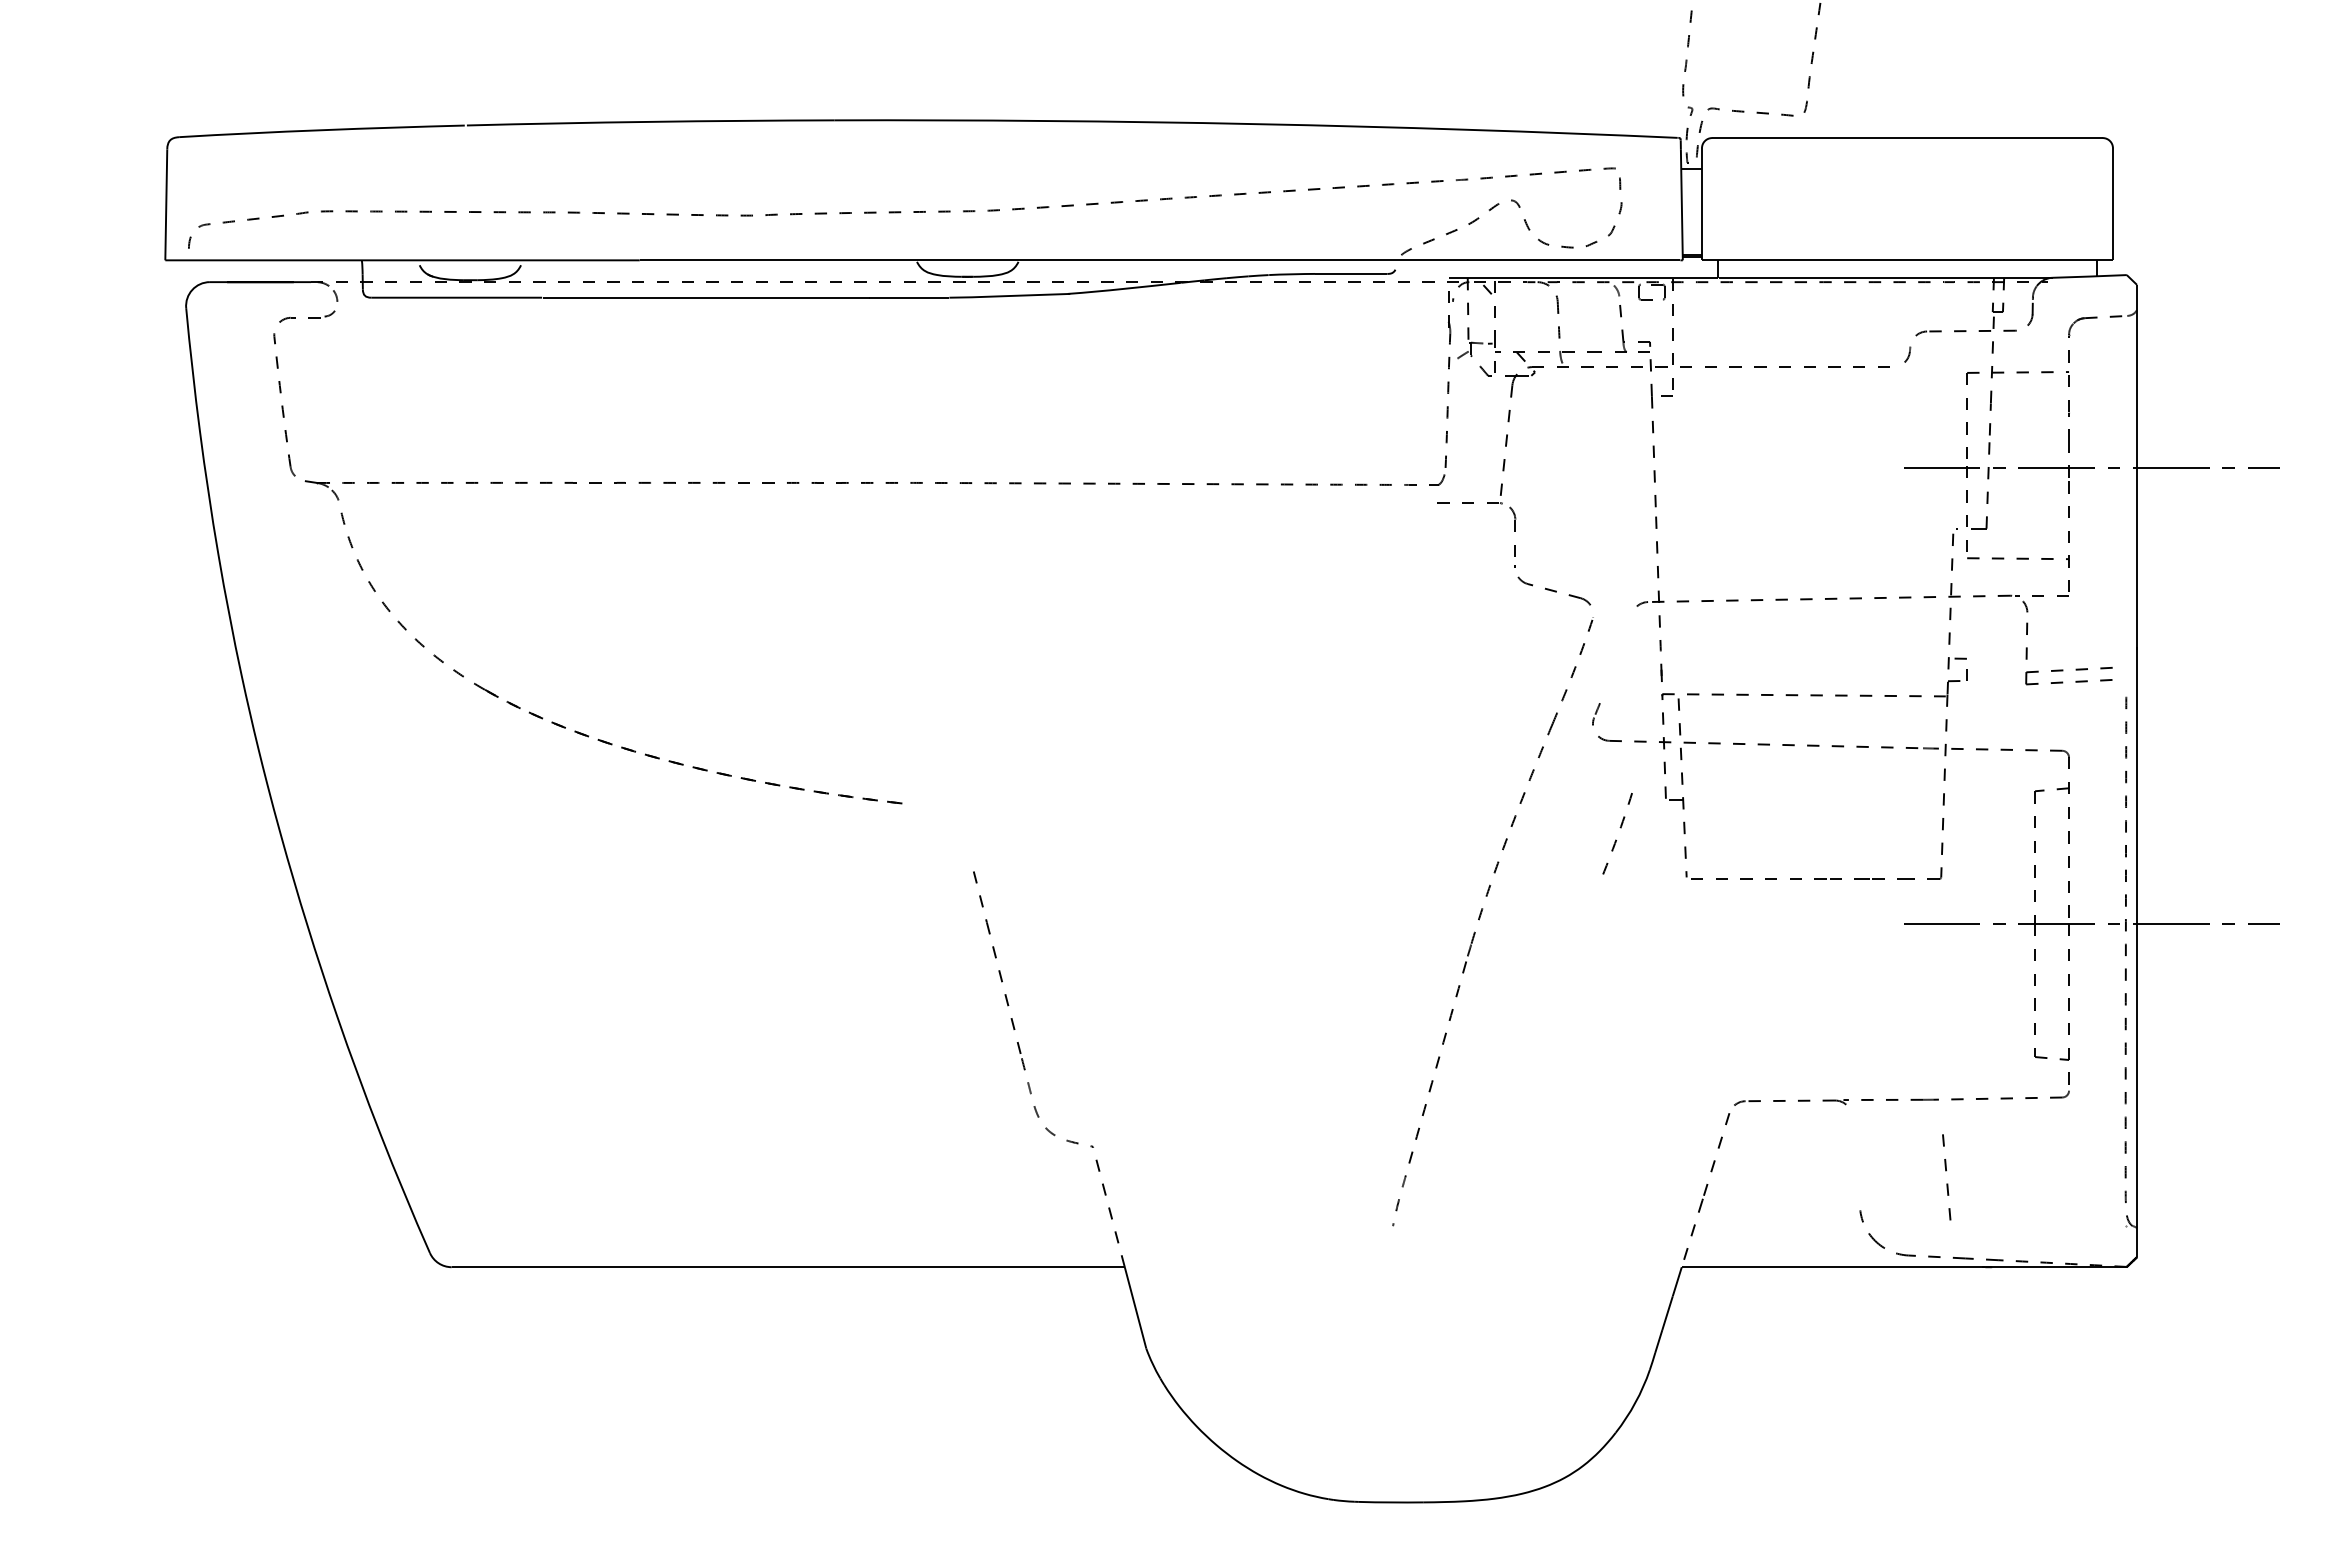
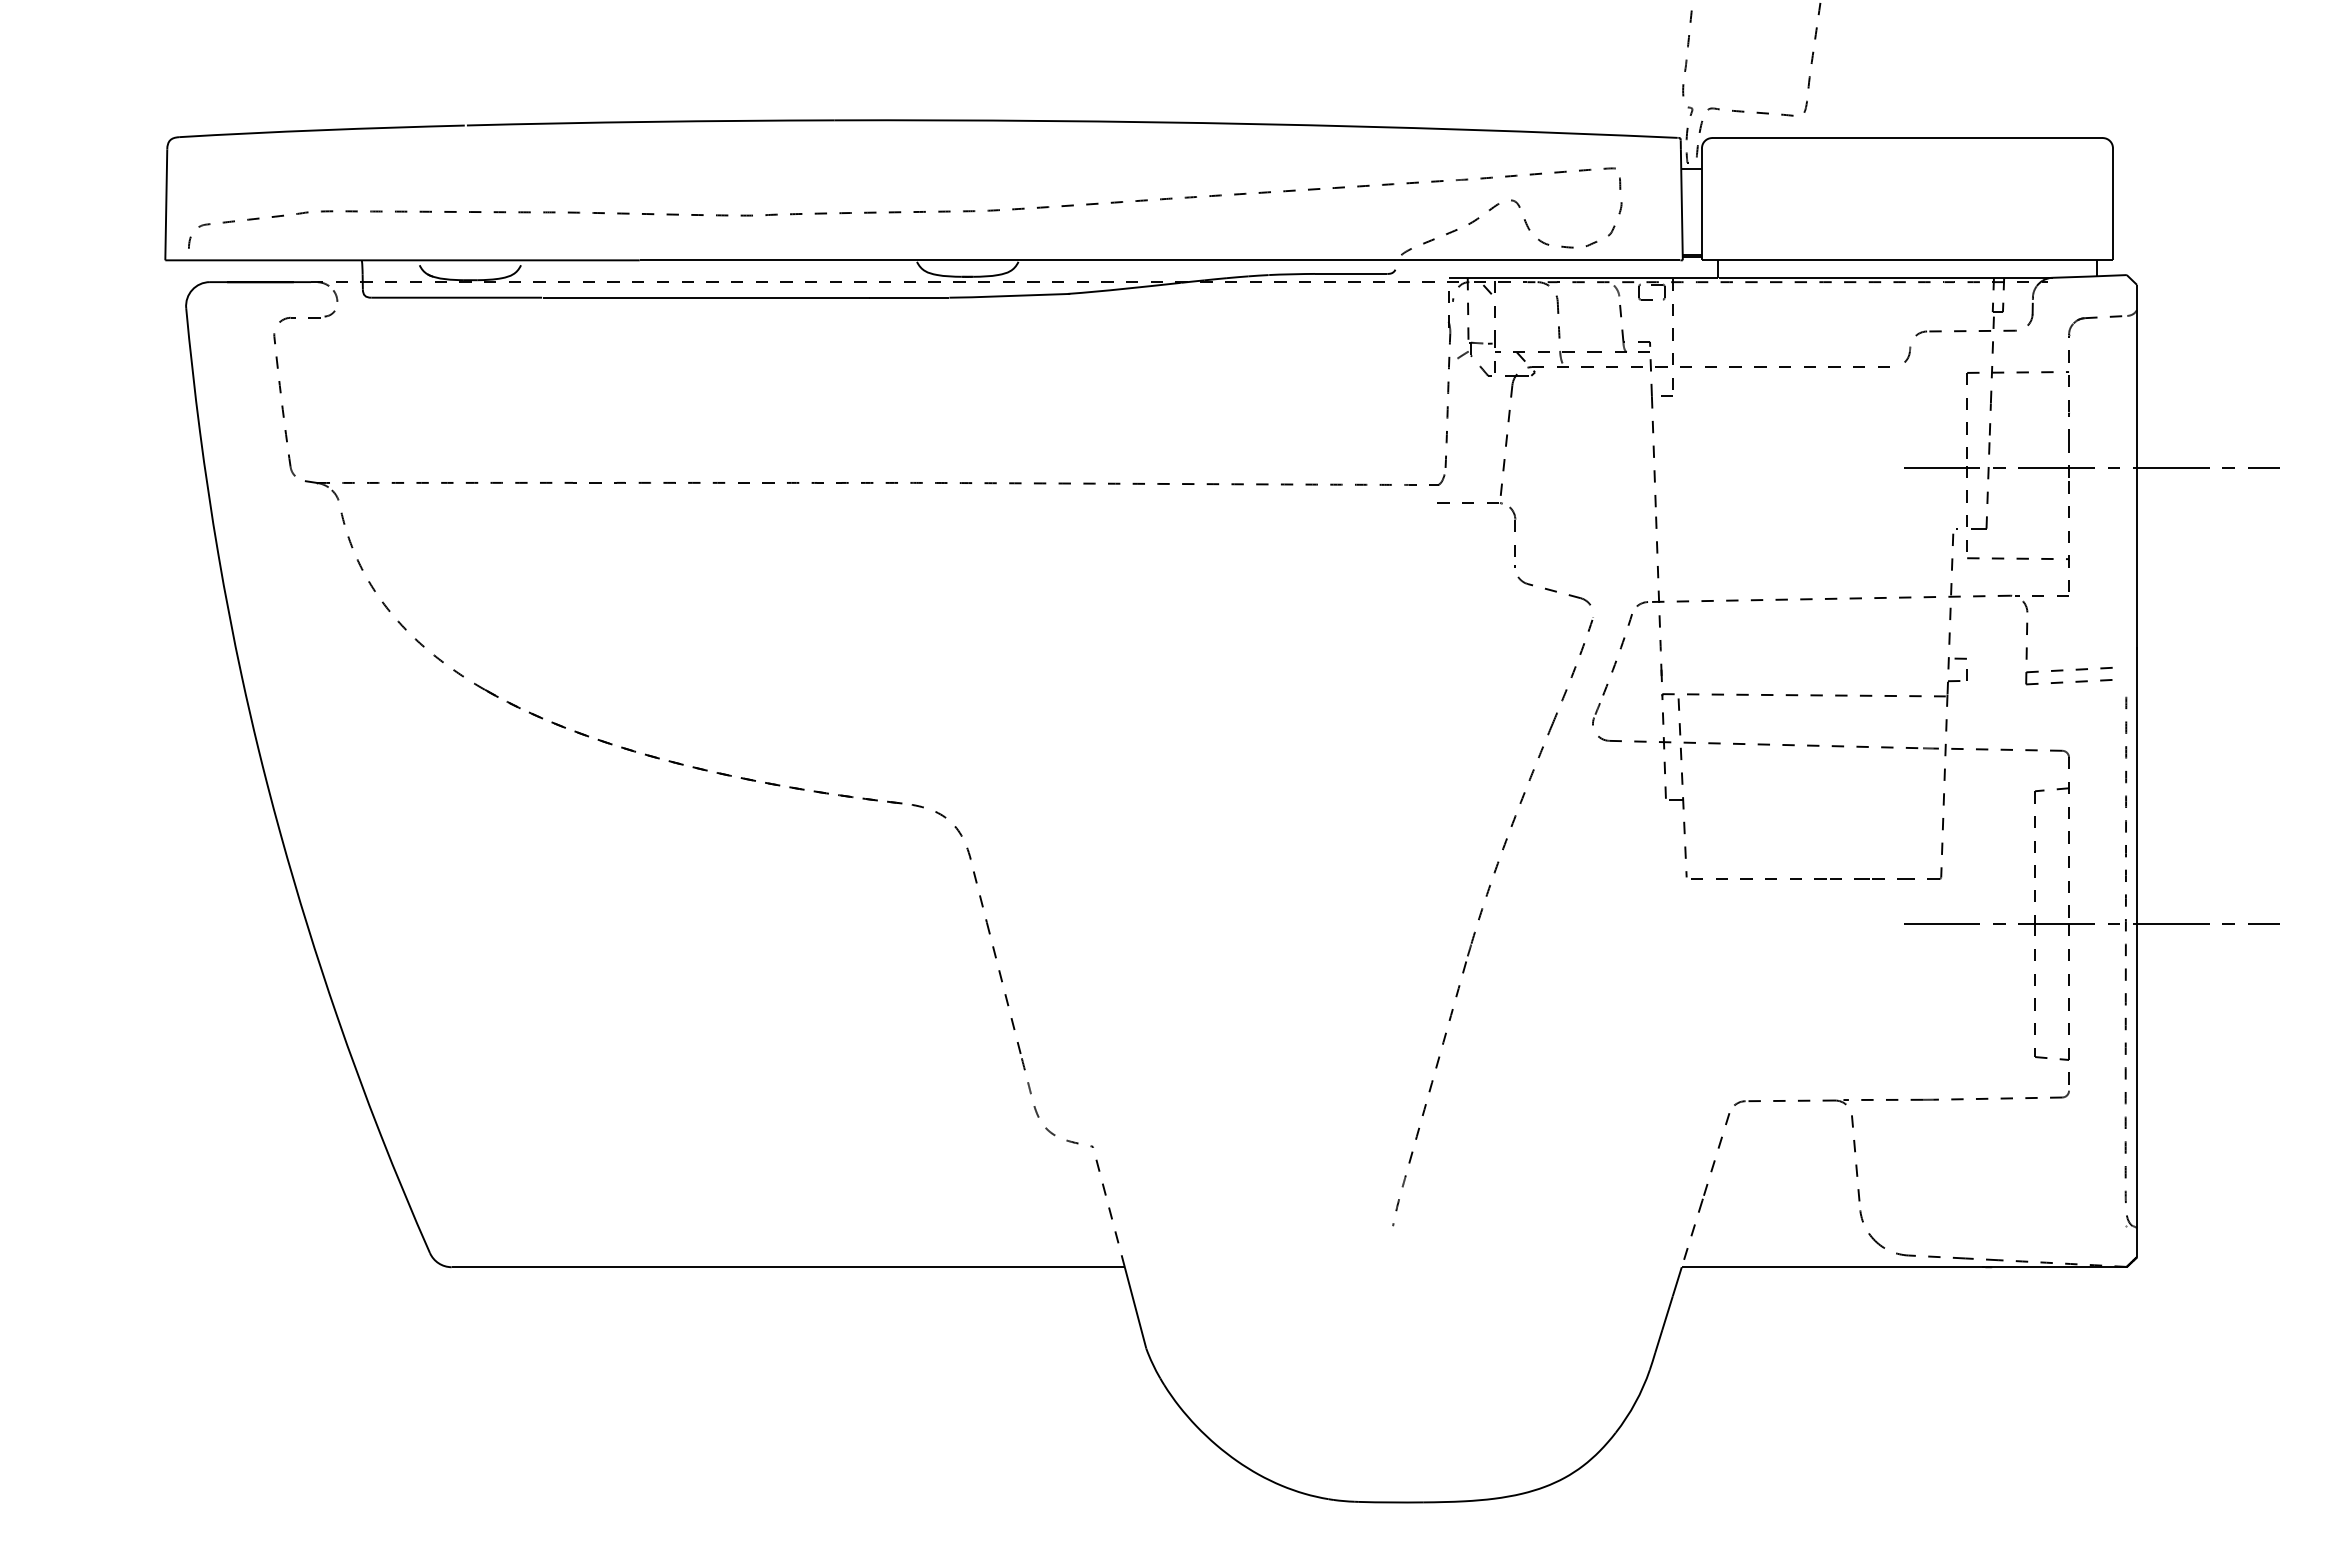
part at (944, 818): none -> present
part at (1617, 833) position: (1617, 833) -> (1617, 654)
part at (1946, 1177) position: (1946, 1177) -> (1855, 1158)
